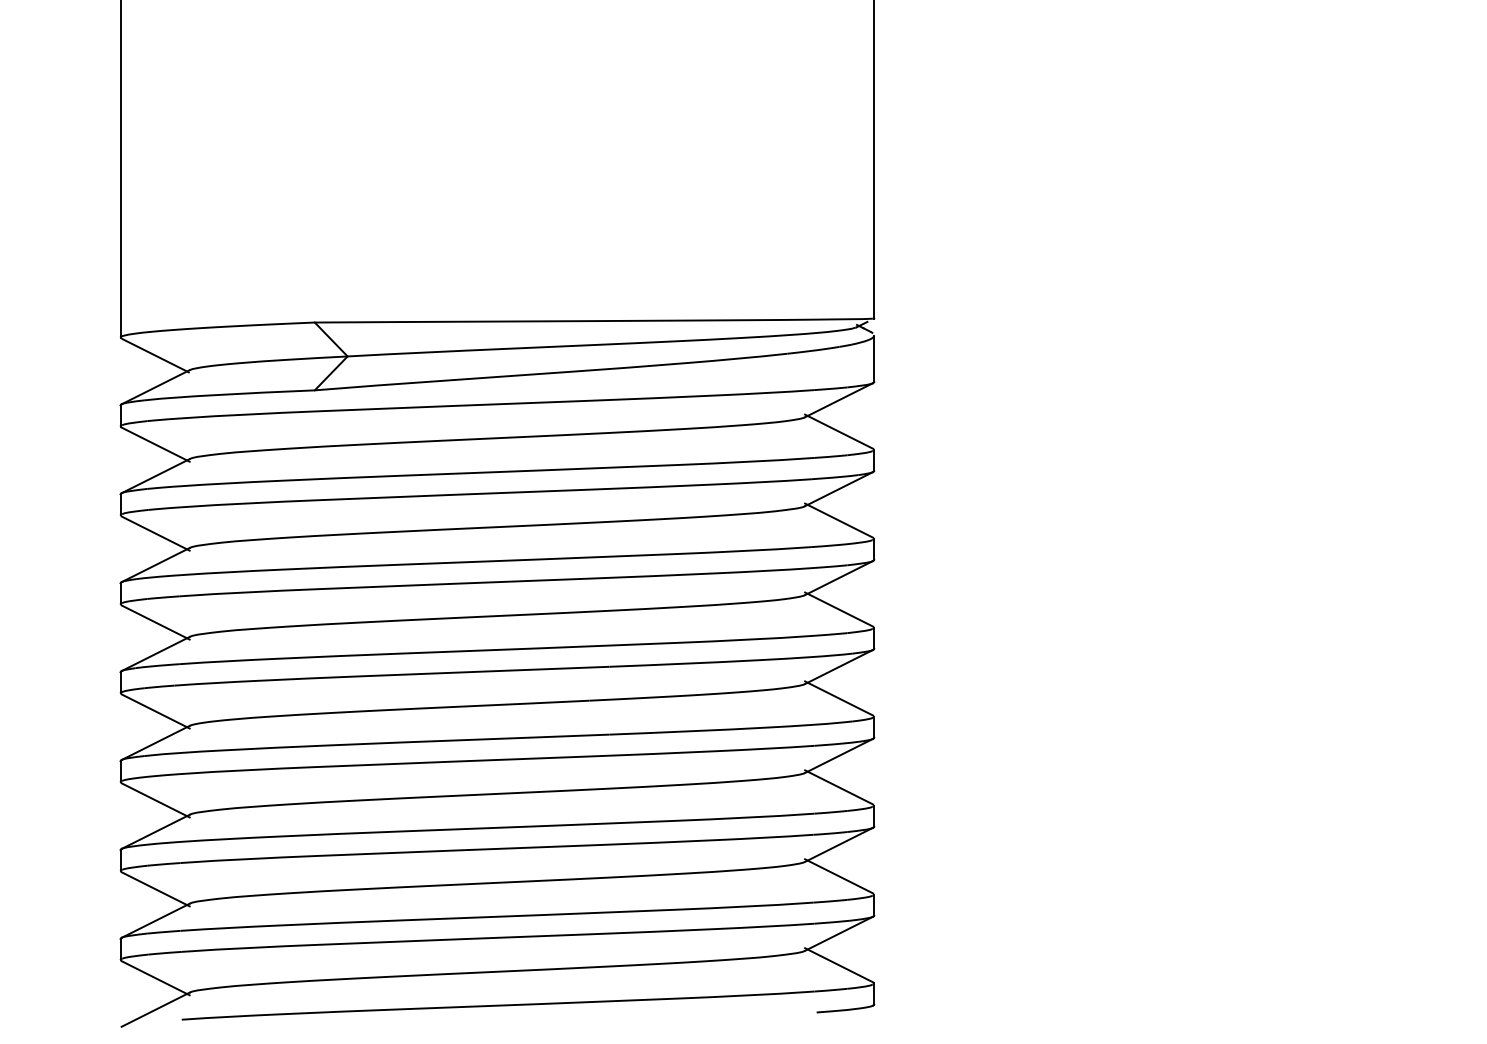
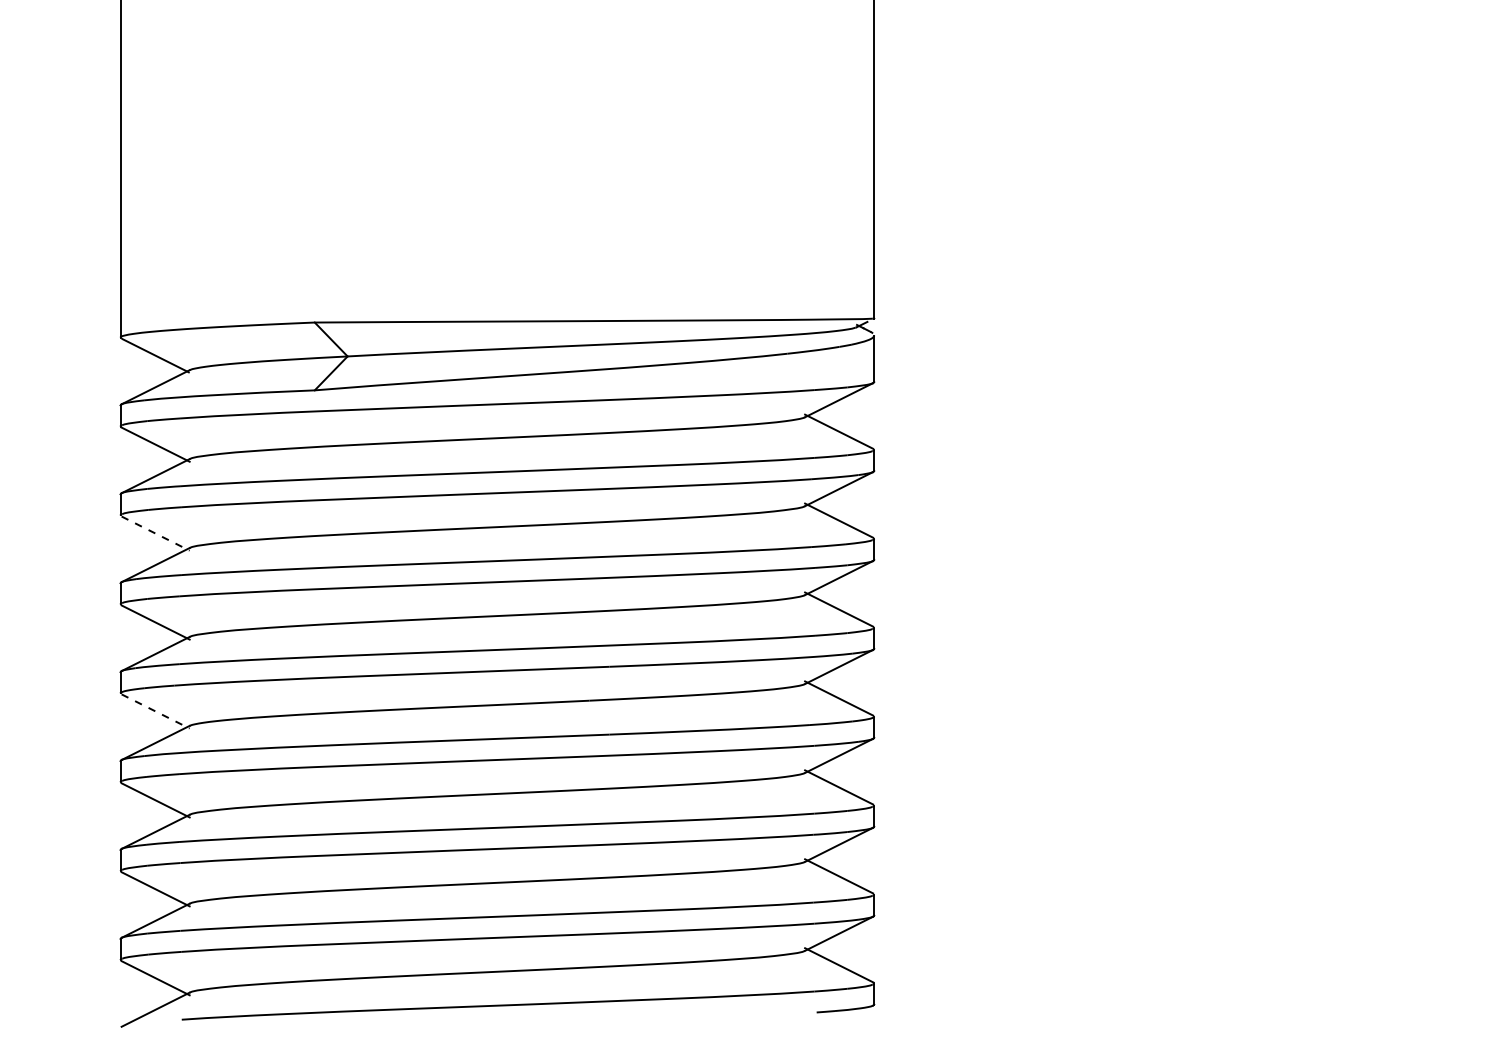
line at (156, 533): solid -> dashed
line at (156, 711): solid -> dashed
